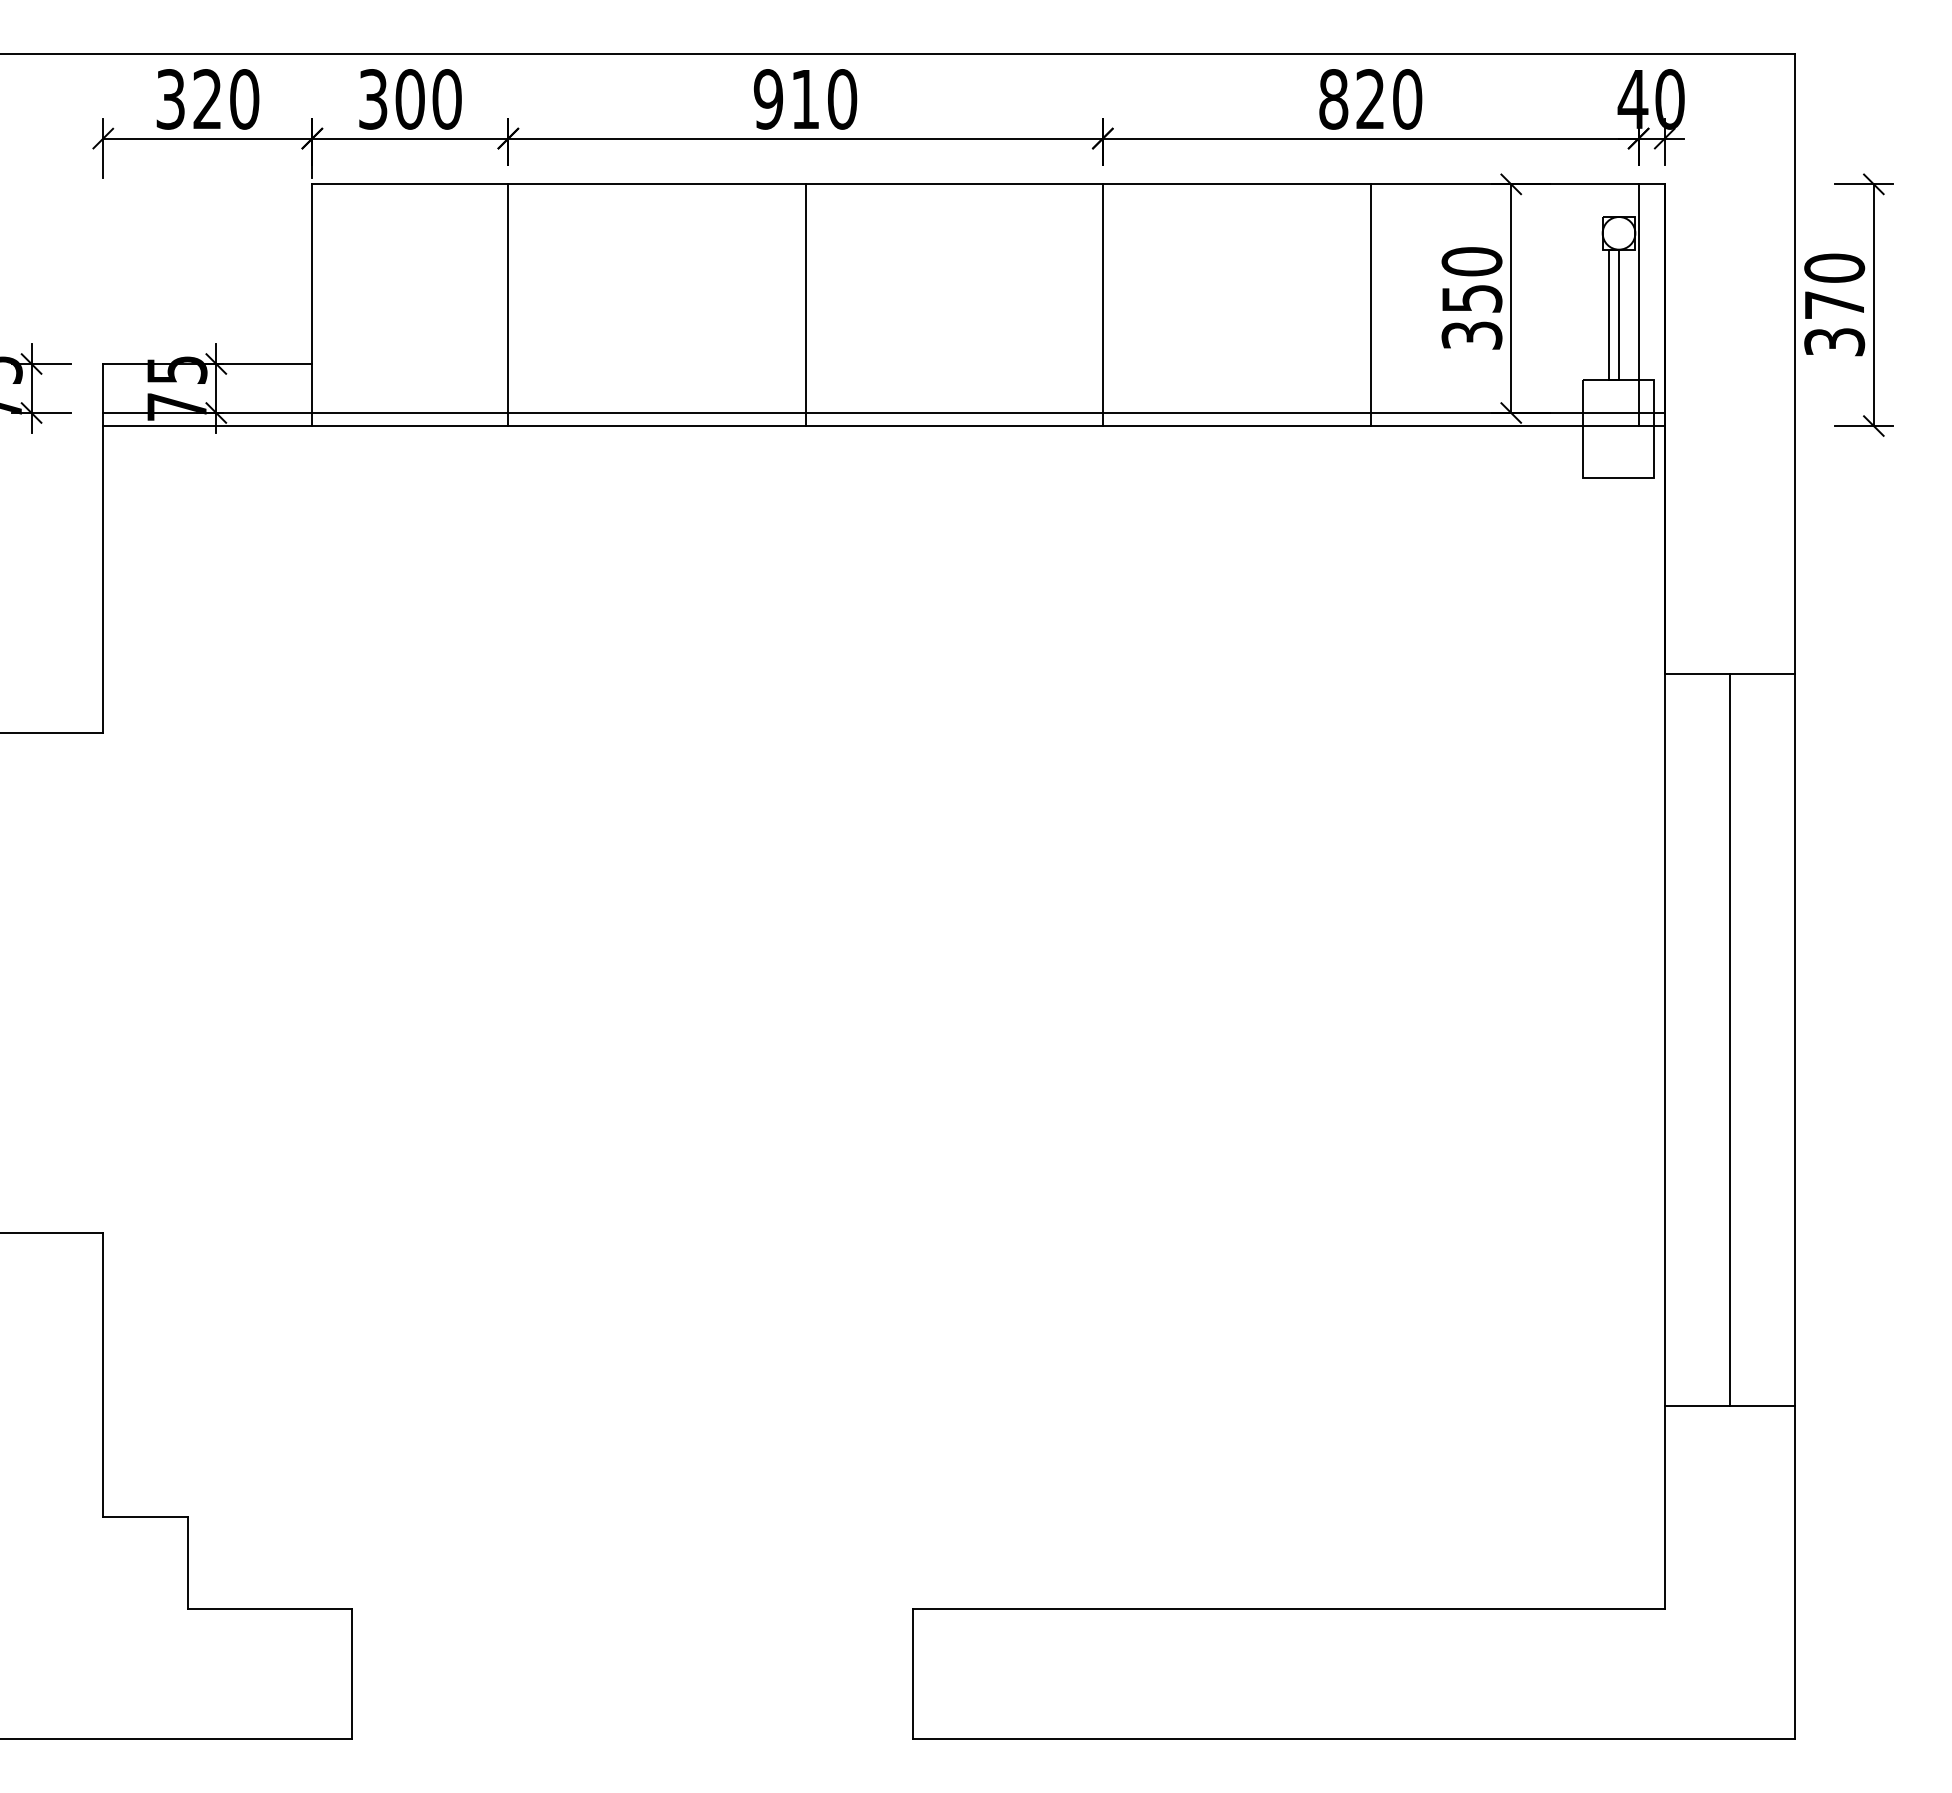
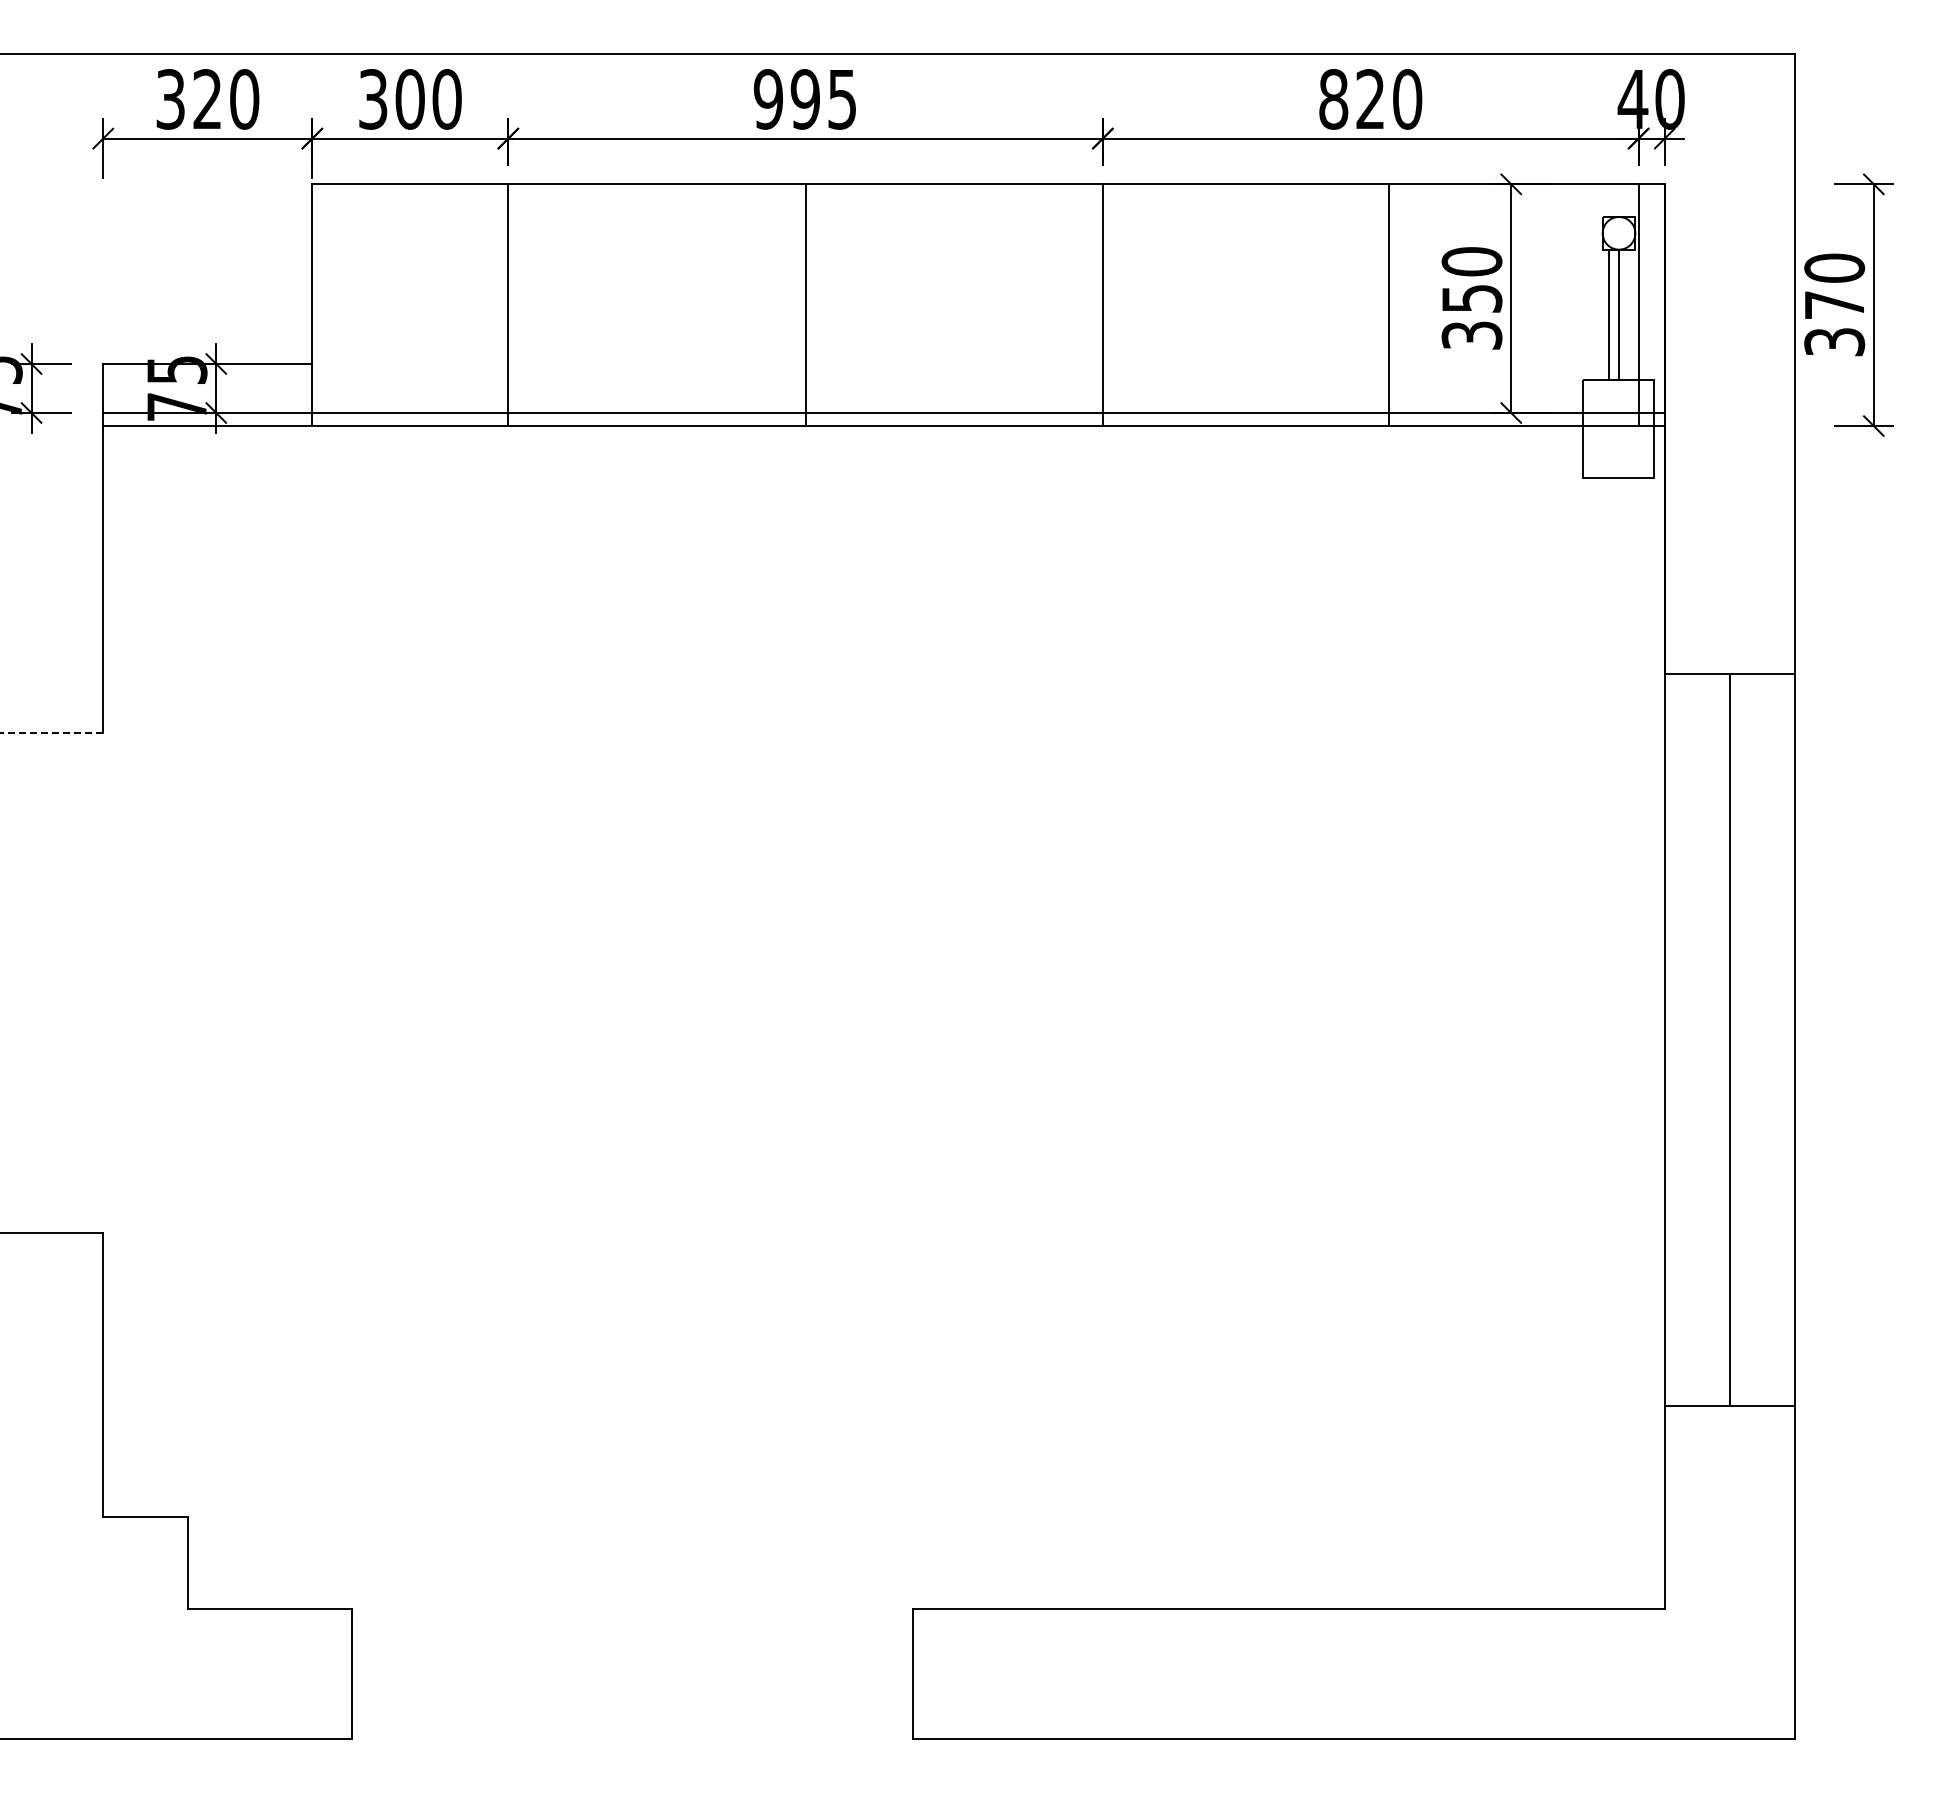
text at (823, 99): 910 -> 995
line at (1370, 305) position: (1370, 305) -> (1388, 305)
line at (51, 733): solid -> dashed
